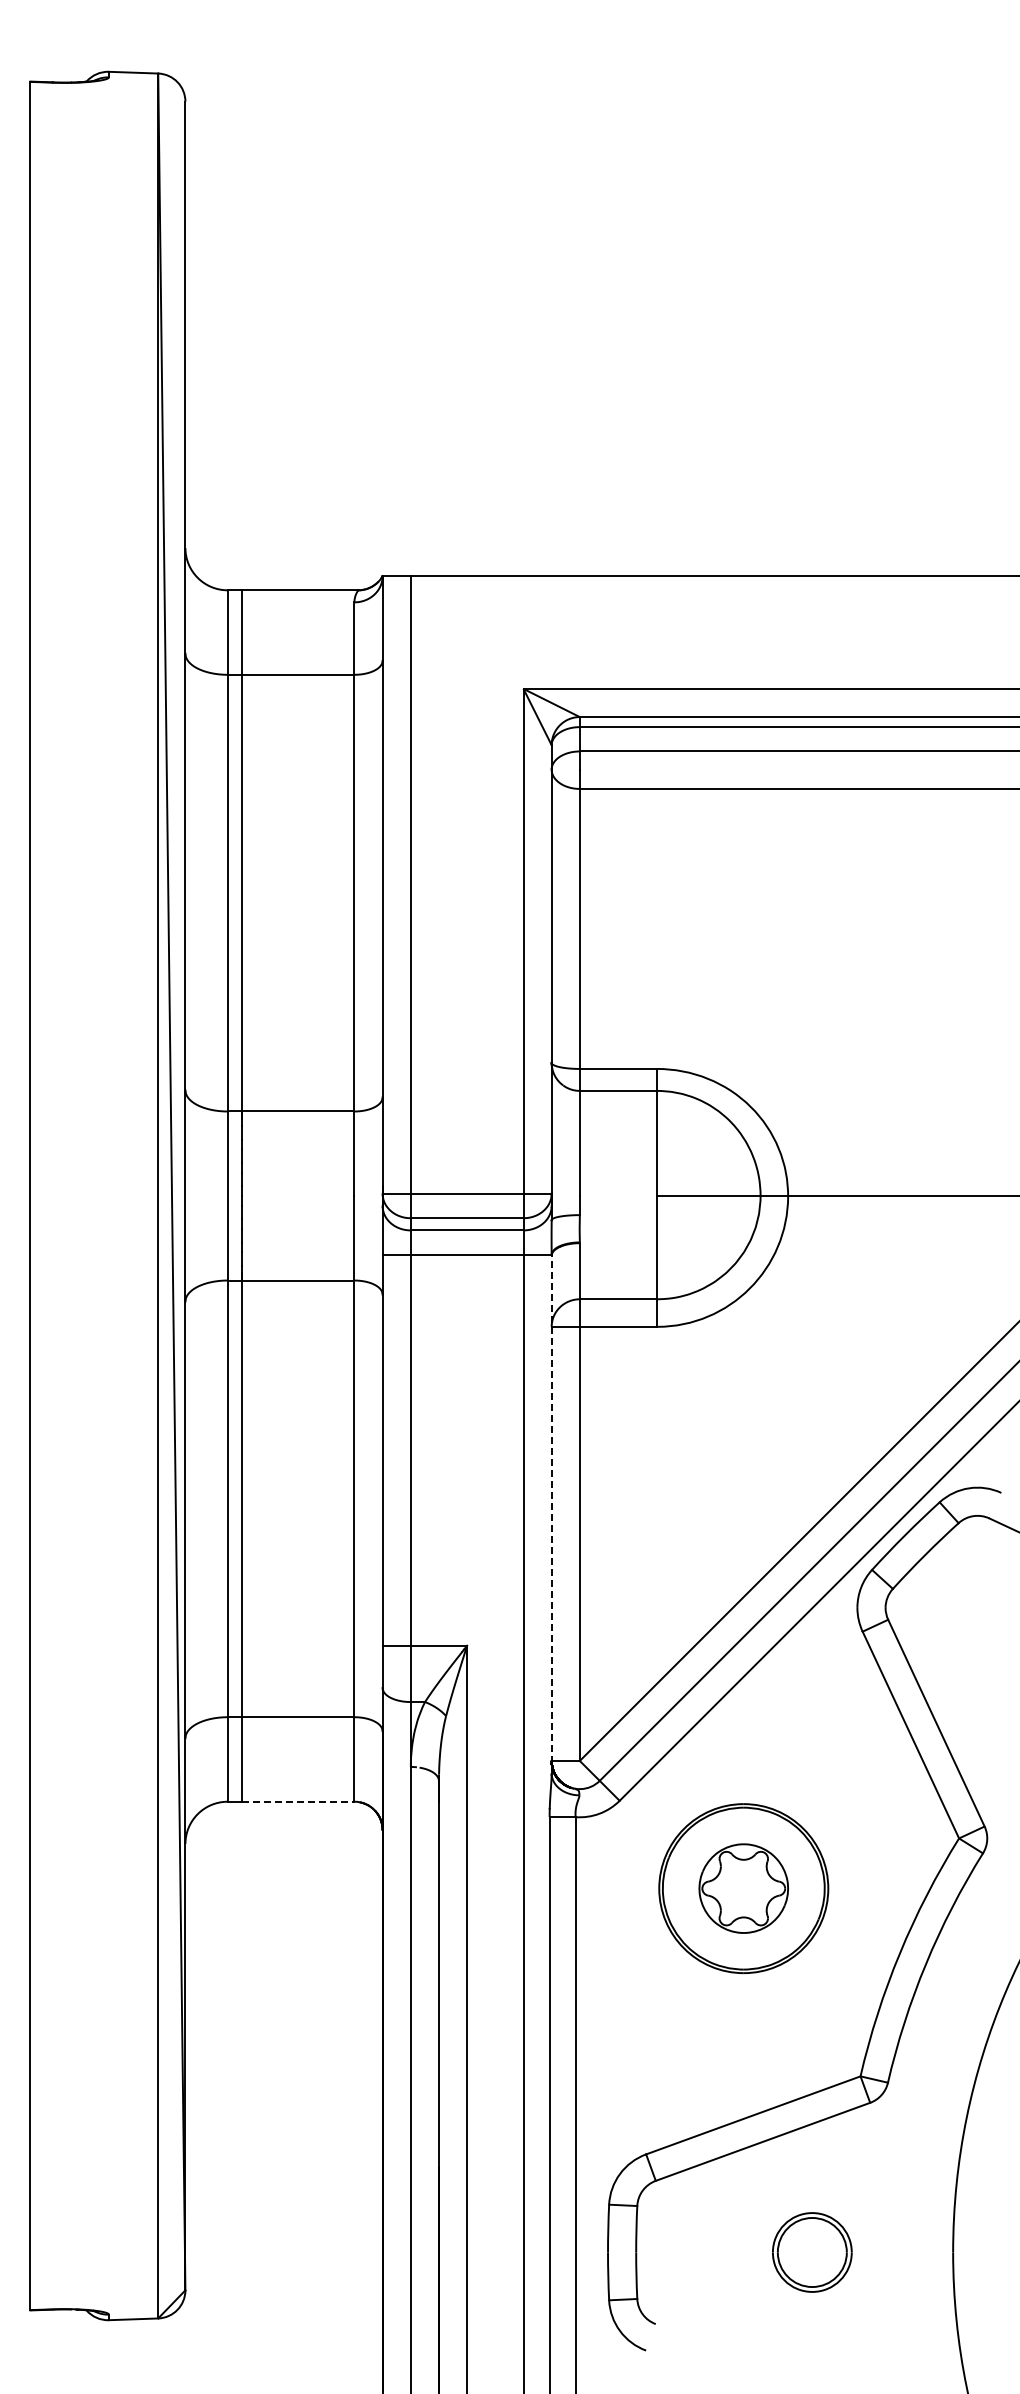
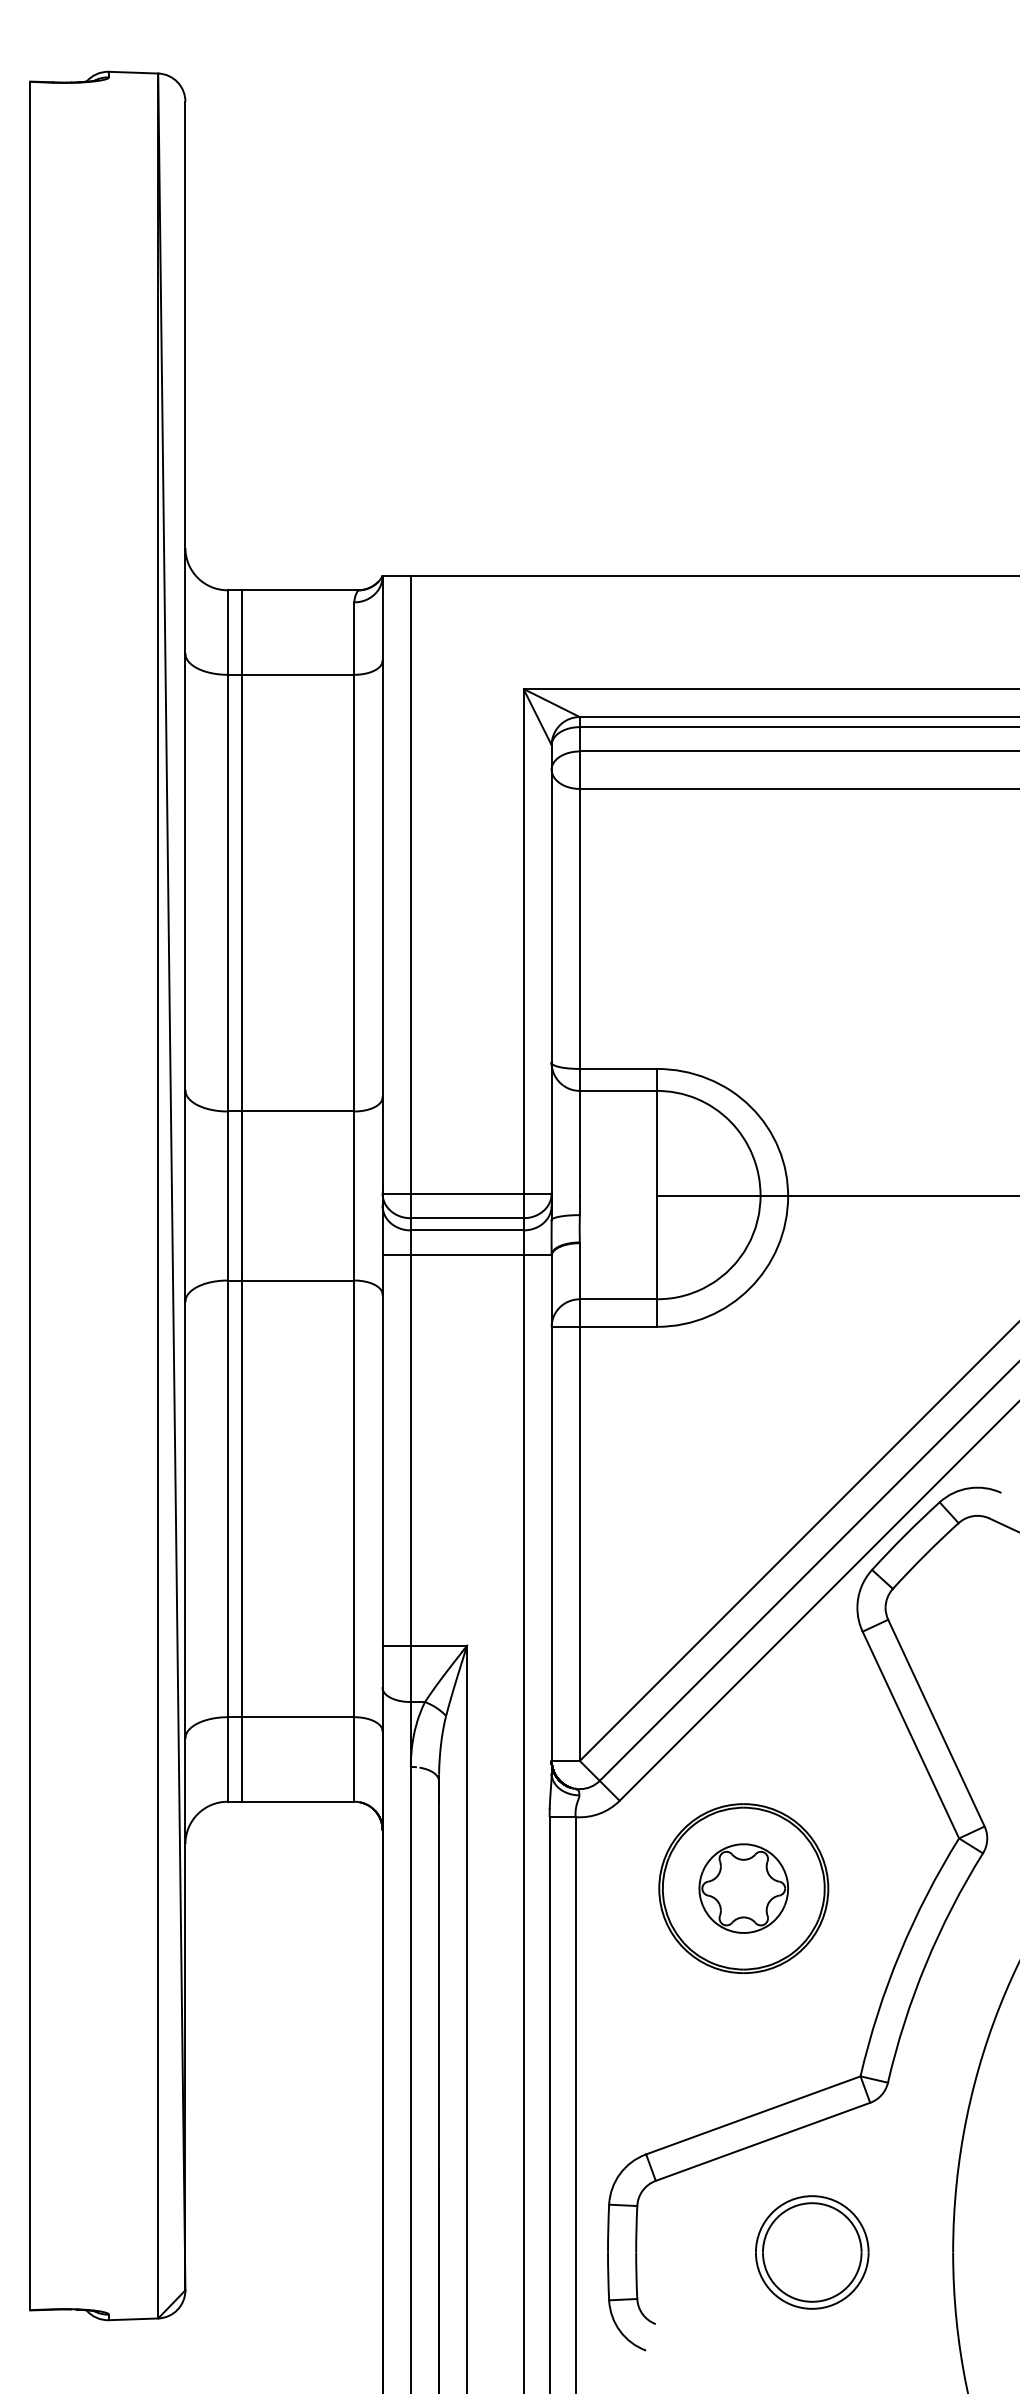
line at (551, 1514): dashed -> solid
line at (298, 1801): dashed -> solid
part at (812, 2252) size: 81x81 px -> 115x115 px
